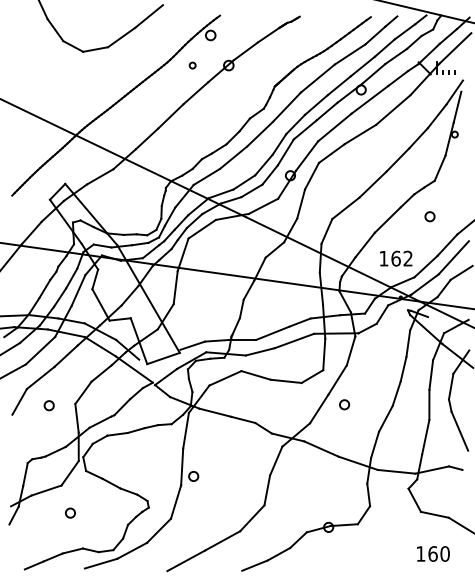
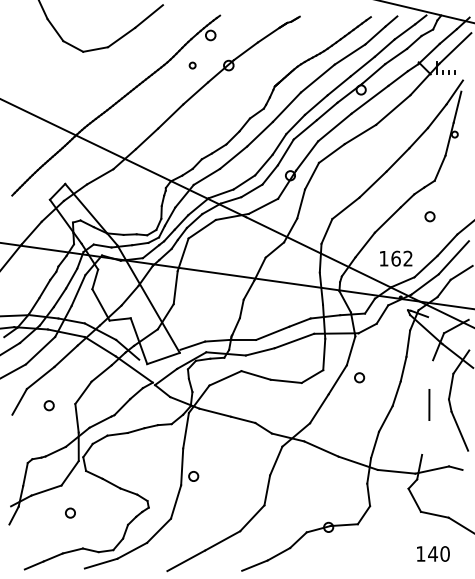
line at (431, 374): present -> none
circle at (344, 404) position: (344, 404) -> (359, 377)
line at (425, 437): present -> none
text at (432, 553): 160 -> 140
